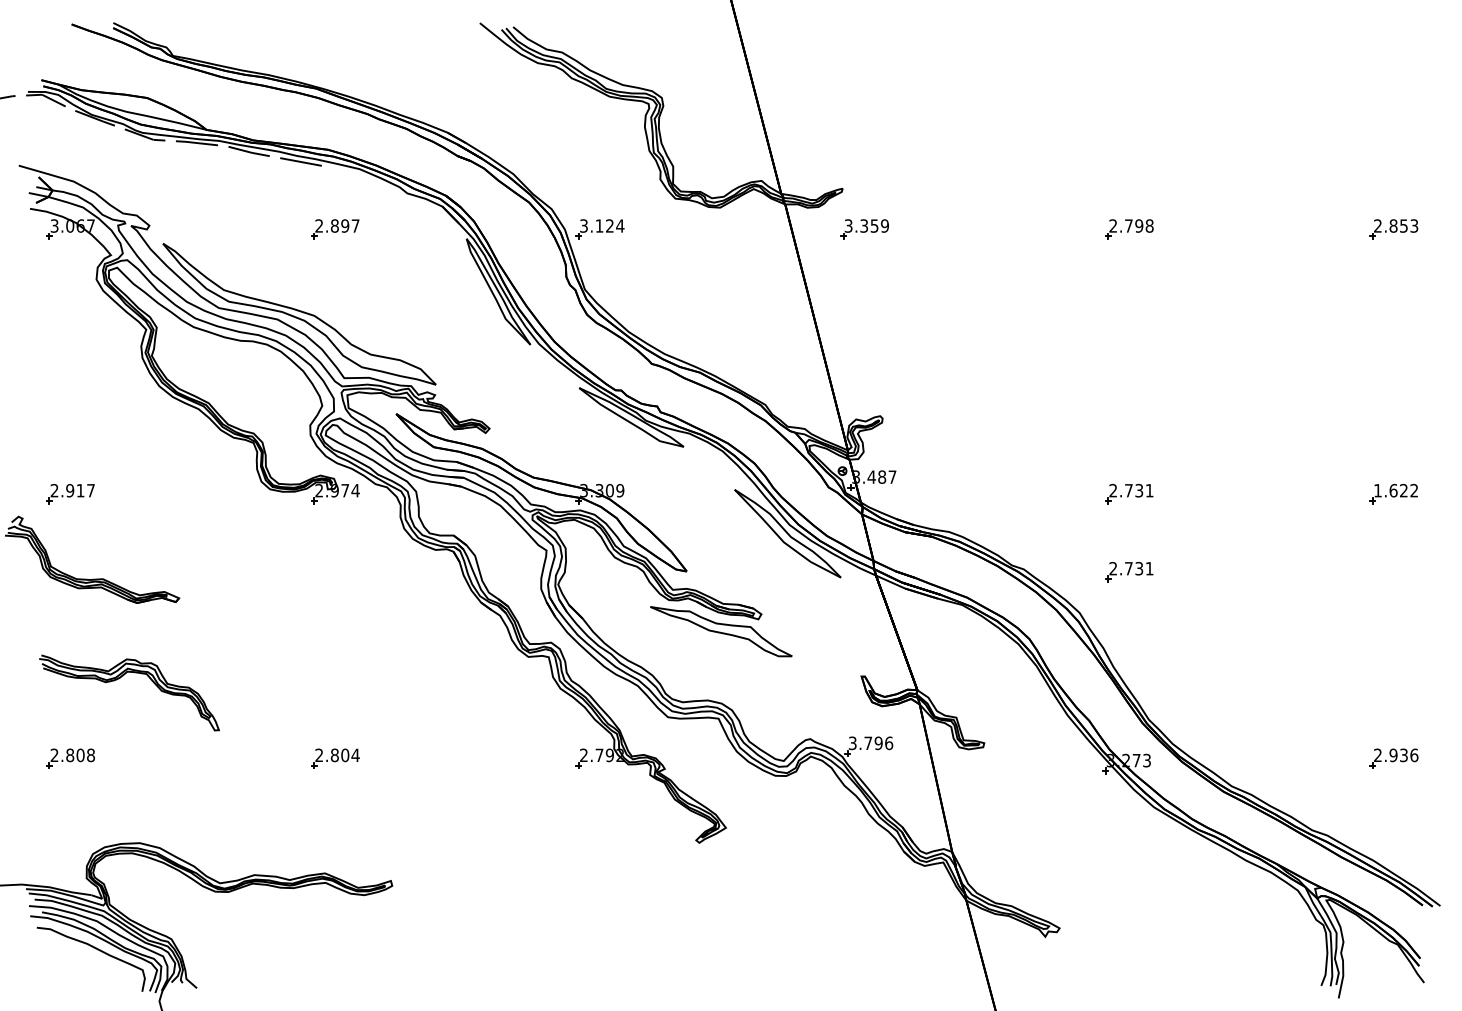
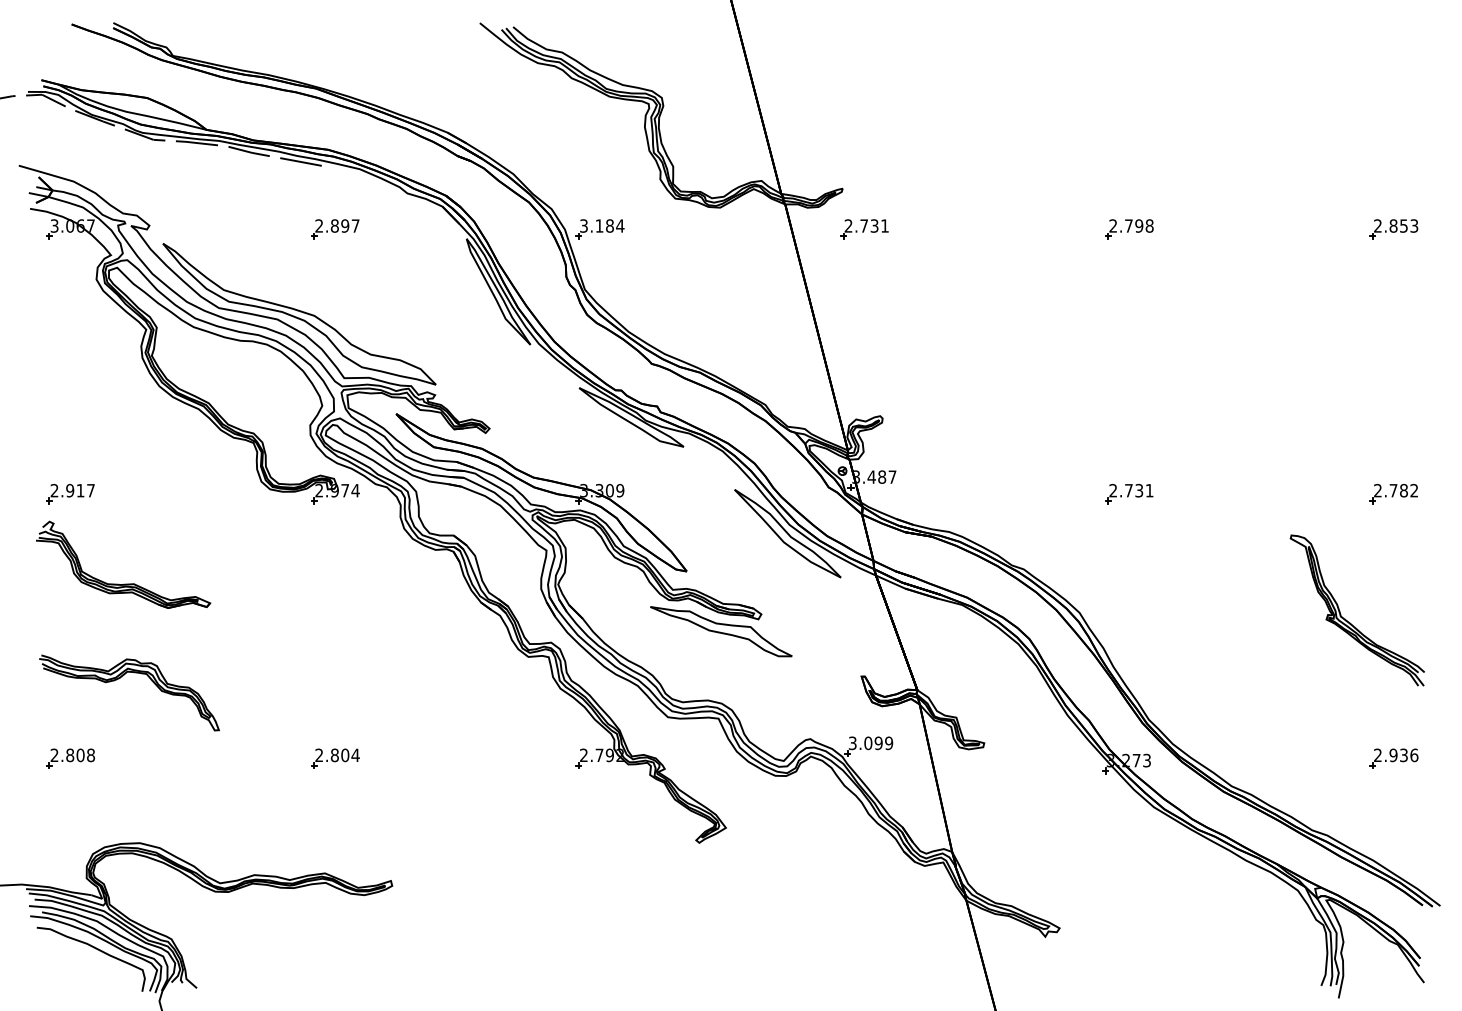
text at (609, 225): 3.124 -> 3.184
text at (866, 225): 3.359 -> 2.731
text at (1390, 490): 1.622 -> 2.782
part at (1129, 572): present -> none
part at (92, 578) position: (92, 578) -> (123, 583)
part at (1350, 622): none -> present
text at (878, 743): 3.796 -> 3.099
